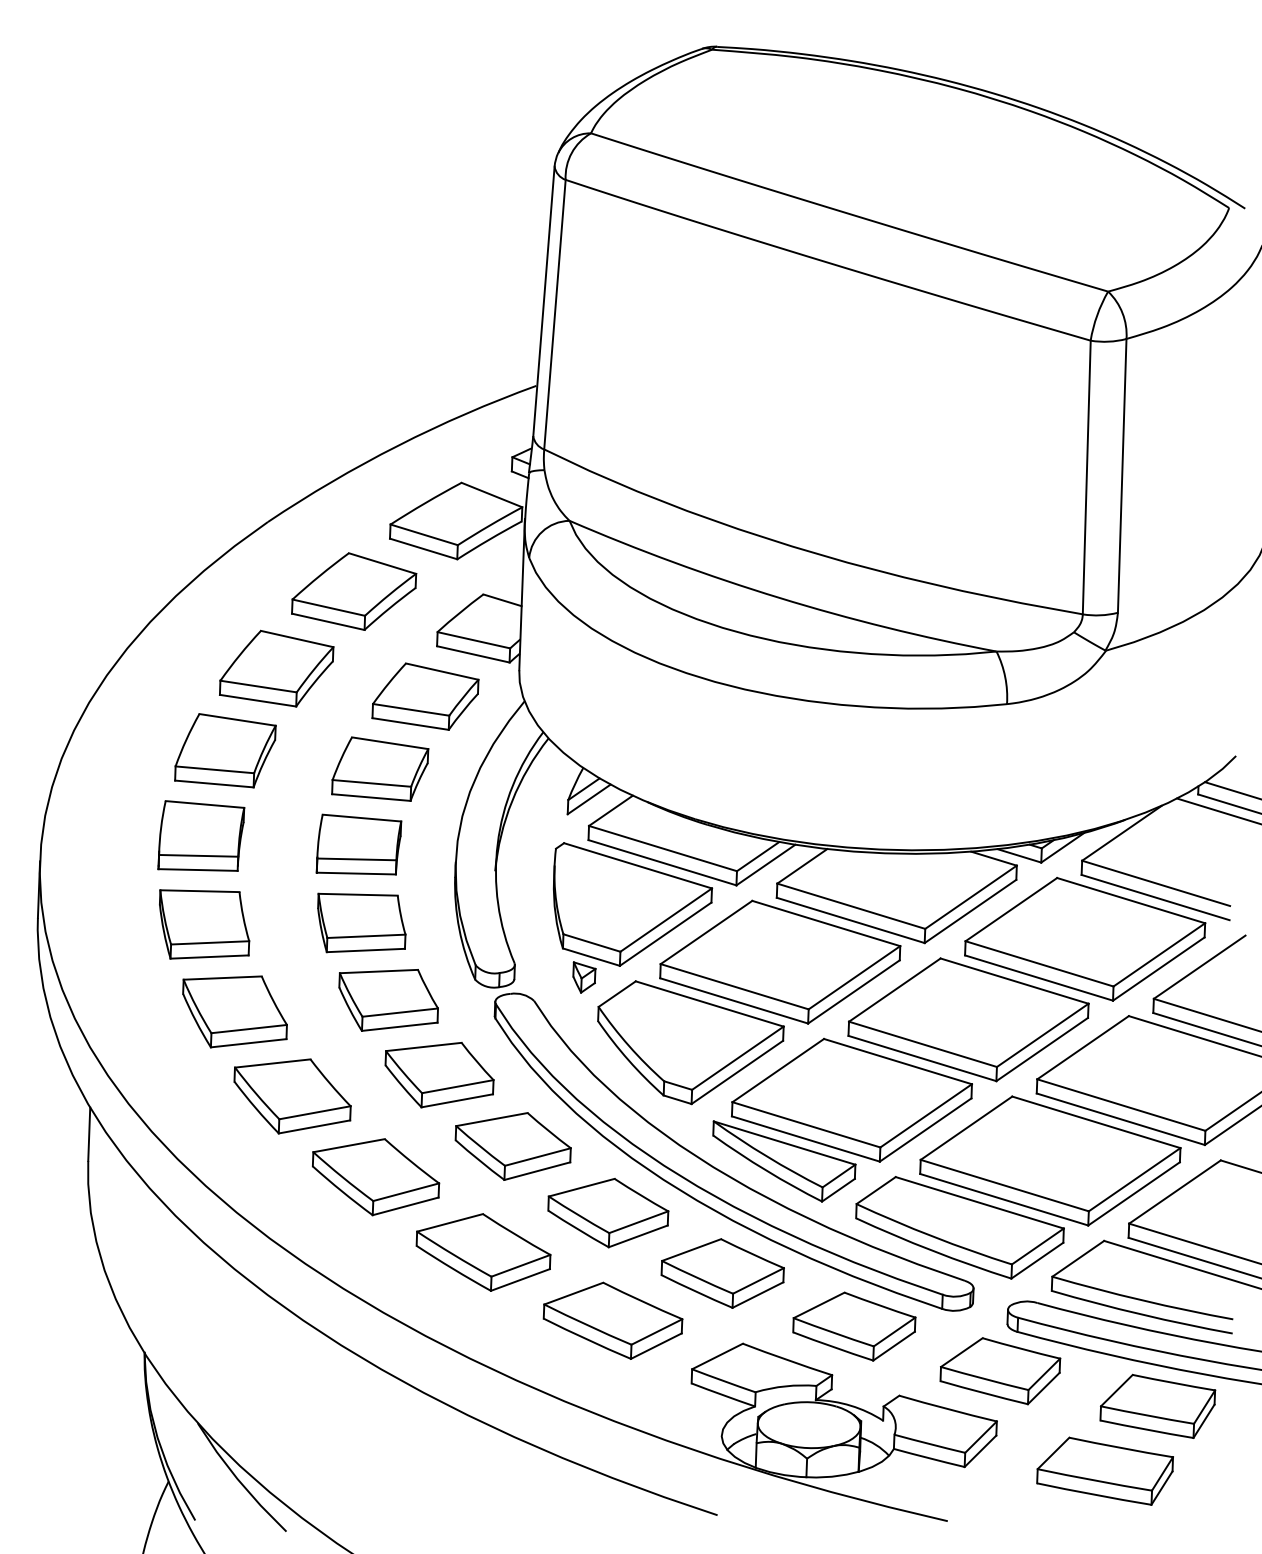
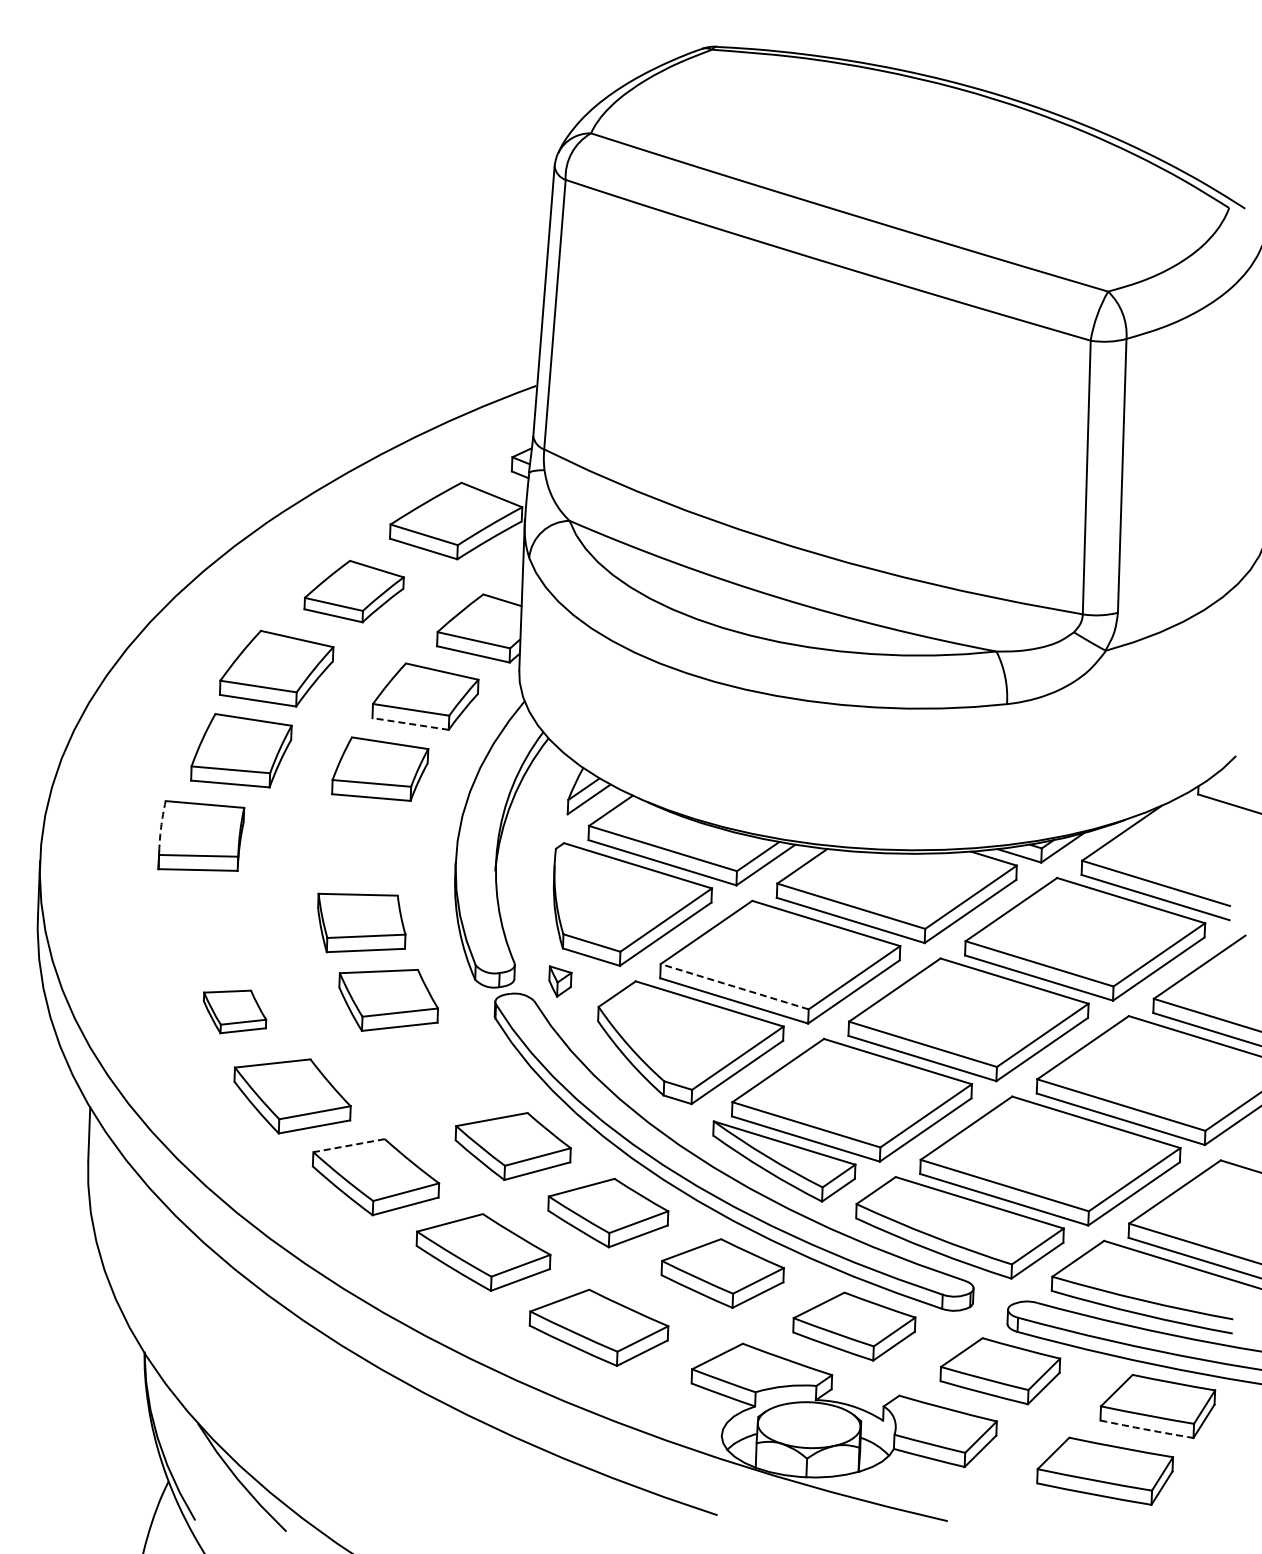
part at (354, 591) size: 127x79 px -> 102x65 px
line at (410, 724): solid -> dashed
part at (225, 750) position: (225, 750) -> (241, 750)
line at (1231, 790): present -> none
line at (1217, 810): present -> none
arc at (161, 827): solid -> dashed
part at (358, 844): present -> none
part at (204, 924): present -> none
part at (584, 977) position: (584, 977) -> (560, 981)
line at (734, 986): solid -> dashed
part at (234, 1011) size: 106x74 px -> 65x46 px
part at (439, 1075): present -> none
line at (348, 1145): solid -> dashed
part at (612, 1320) position: (612, 1320) -> (598, 1327)
arc at (1146, 1429): solid -> dashed
